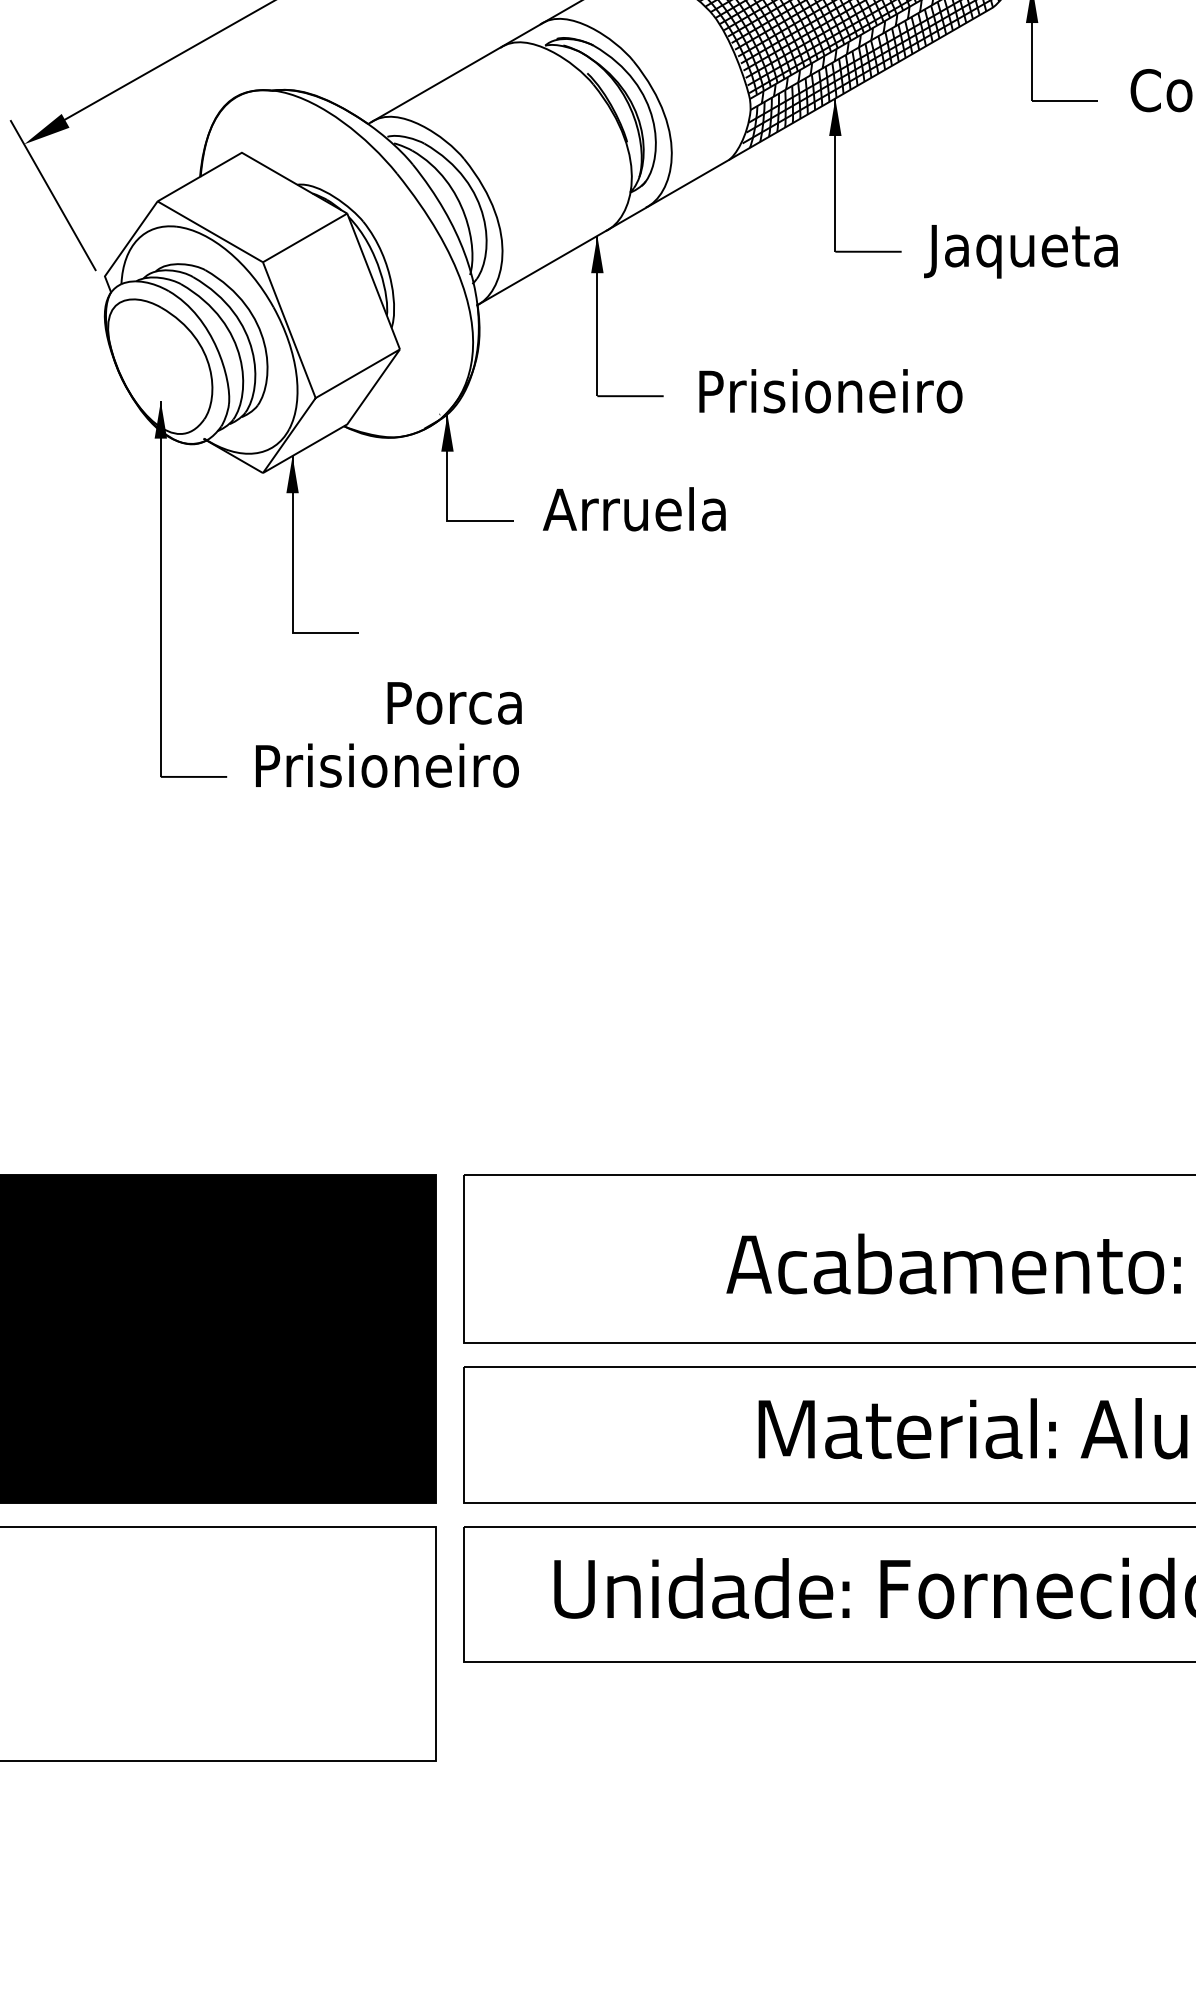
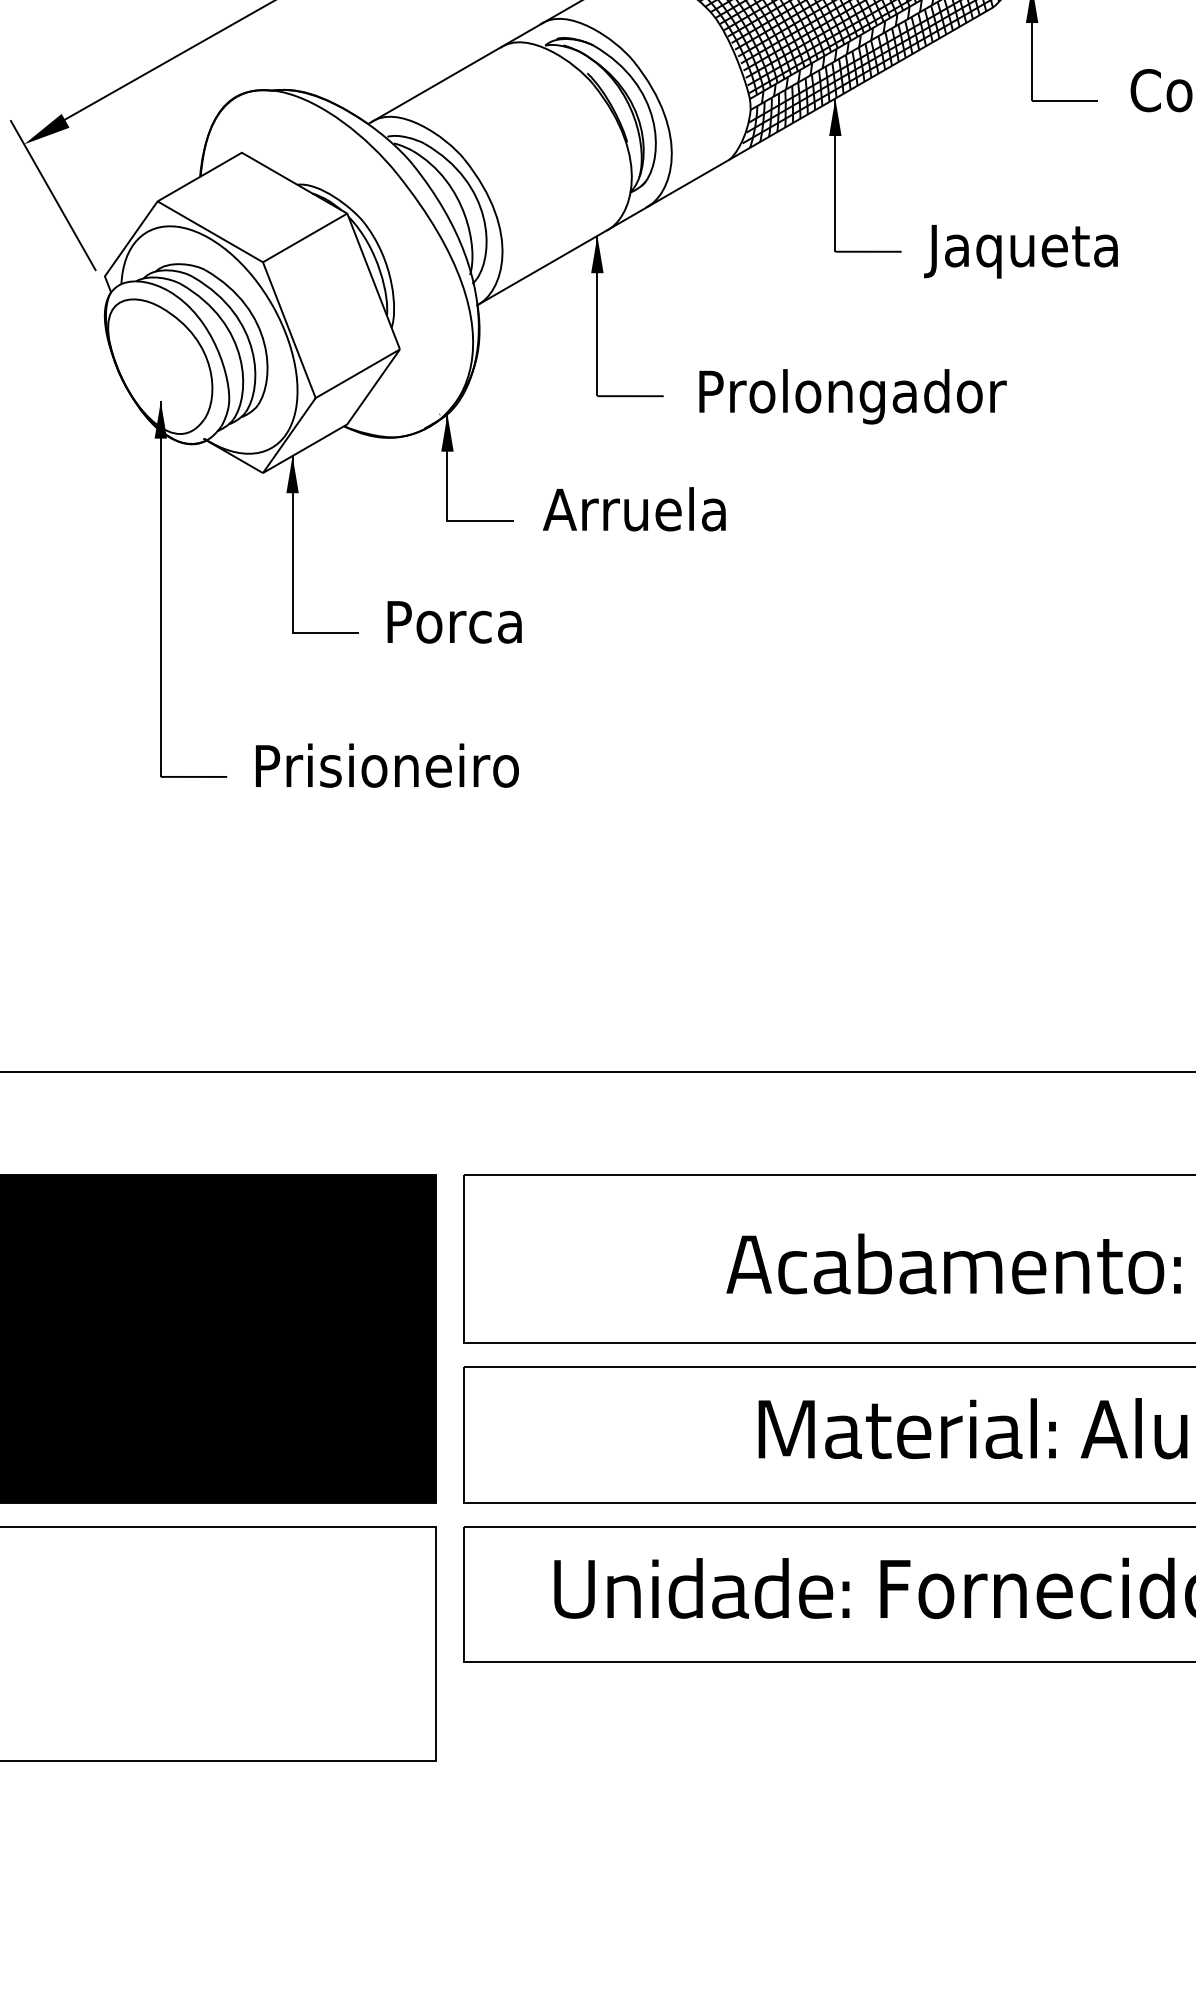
text at (877, 396): Prisioneiro -> Prolongador
text at (454, 703) position: (454, 703) -> (454, 622)
line at (597, 1071): none -> present
